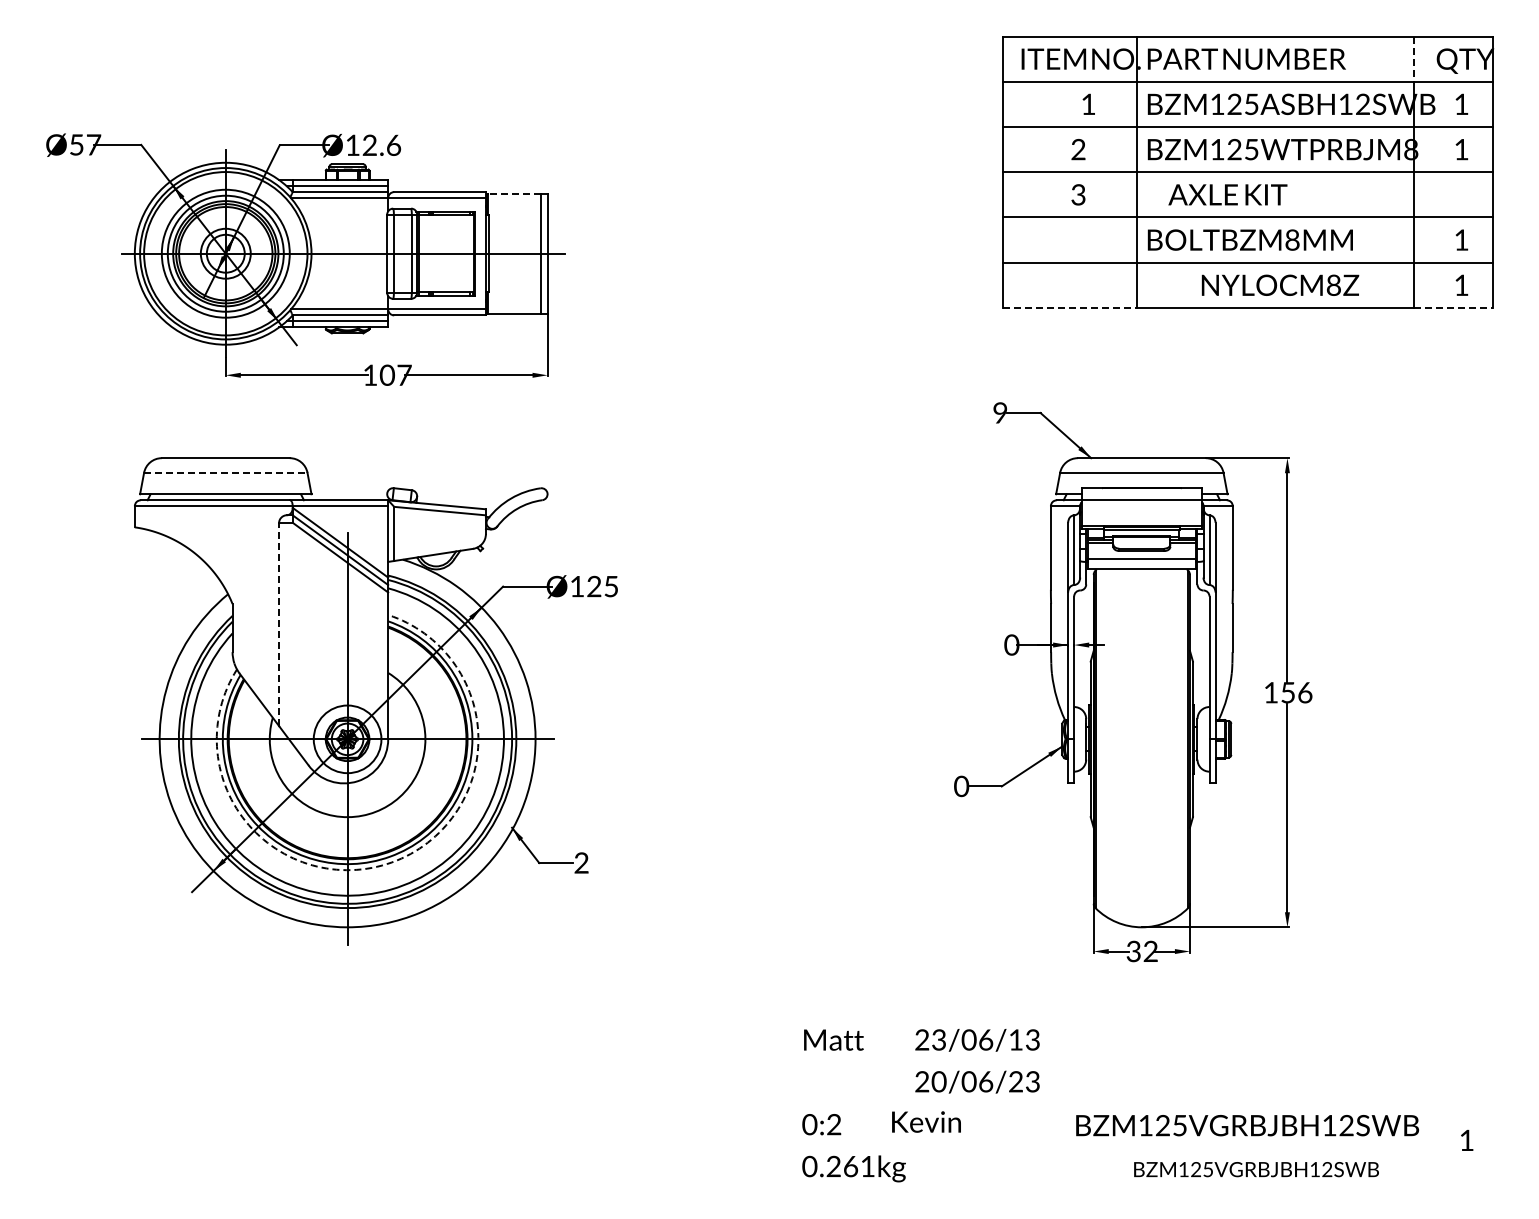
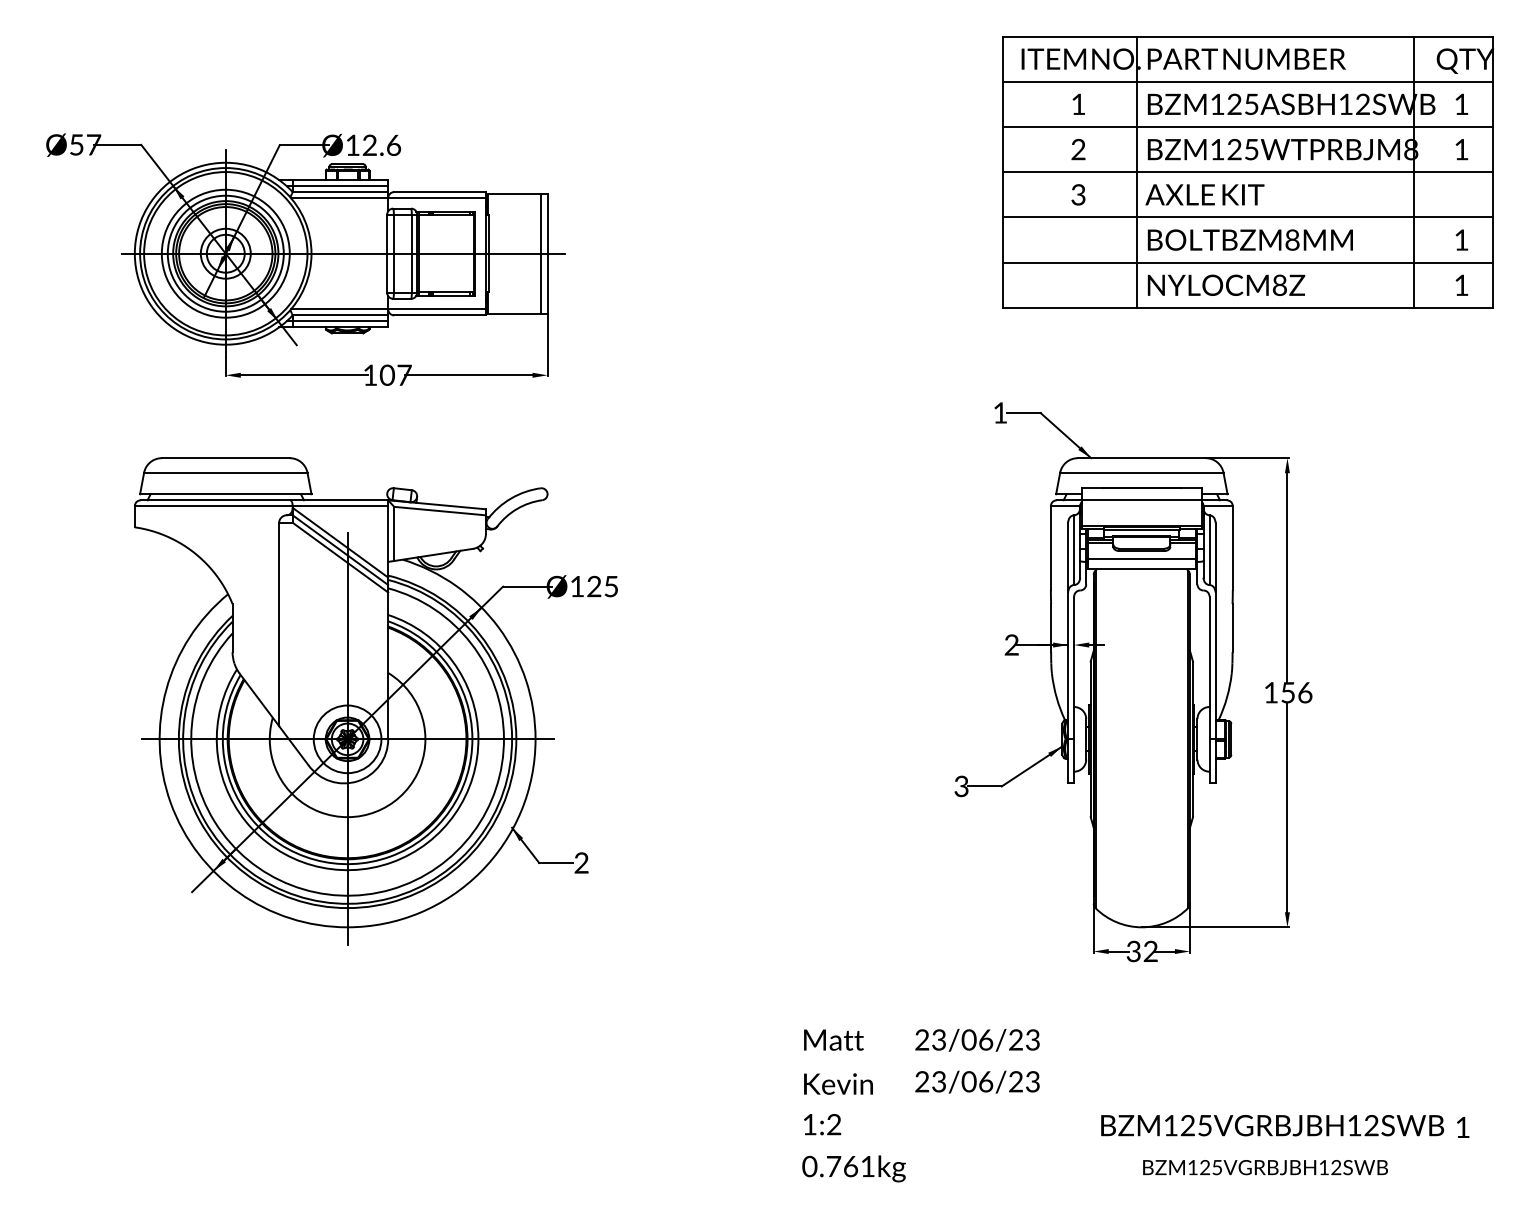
line at (1413, 59): dashed -> solid
text at (1088, 103) position: (1088, 103) -> (1078, 103)
line at (513, 193): dashed -> solid
text at (1227, 194) position: (1227, 194) -> (1204, 194)
text at (1280, 284) position: (1280, 284) -> (1226, 284)
line at (1070, 307): dashed -> solid
line at (1453, 307): dashed -> solid
text at (1000, 412): 9 -> 1
line at (225, 472): dashed -> solid
line at (279, 624): dashed -> solid
text at (1011, 644): 0 -> 2
text at (961, 786): 0 -> 3
arc at (391, 862): dashed -> solid
text at (1015, 1039): 23/06/13 -> 23/06/23
text at (938, 1081): 20/06/23 -> 23/06/23
text at (926, 1121) position: (926, 1121) -> (838, 1083)
text at (809, 1124): 0:2 -> 1:2
text at (1247, 1125) position: (1247, 1125) -> (1272, 1125)
text at (1467, 1140) position: (1467, 1140) -> (1463, 1127)
text at (833, 1165): 0.261kg -> 0.761kg
text at (1256, 1169) position: (1256, 1169) -> (1265, 1167)
